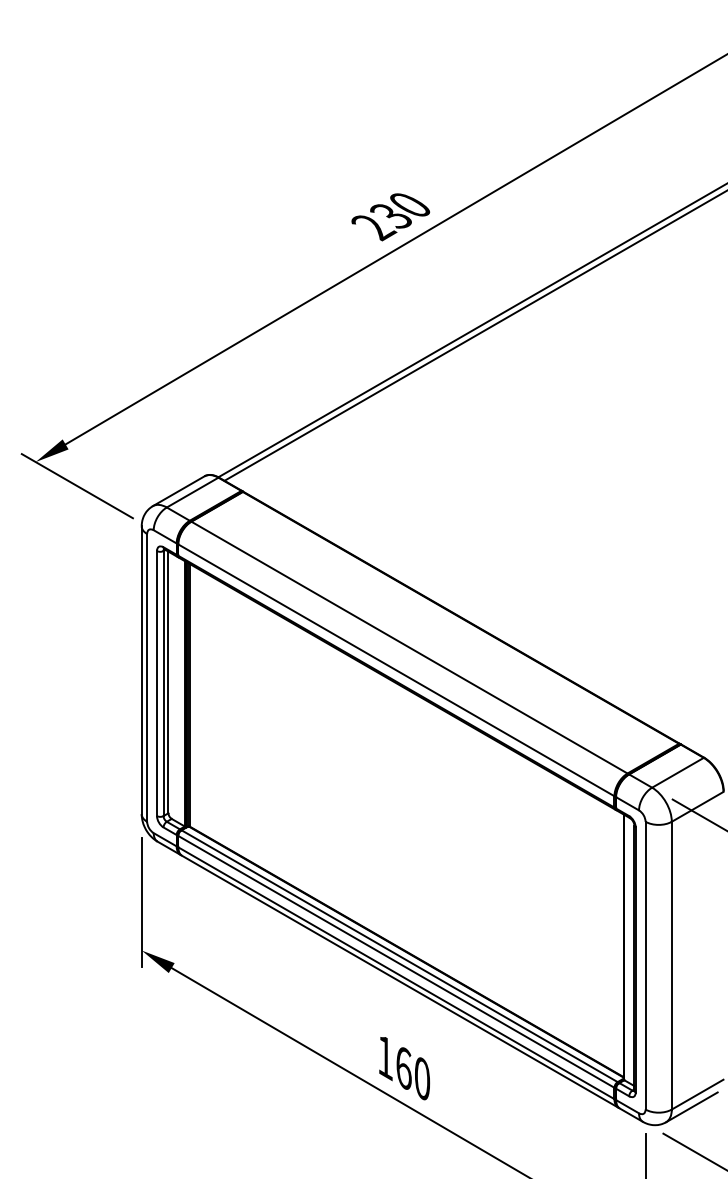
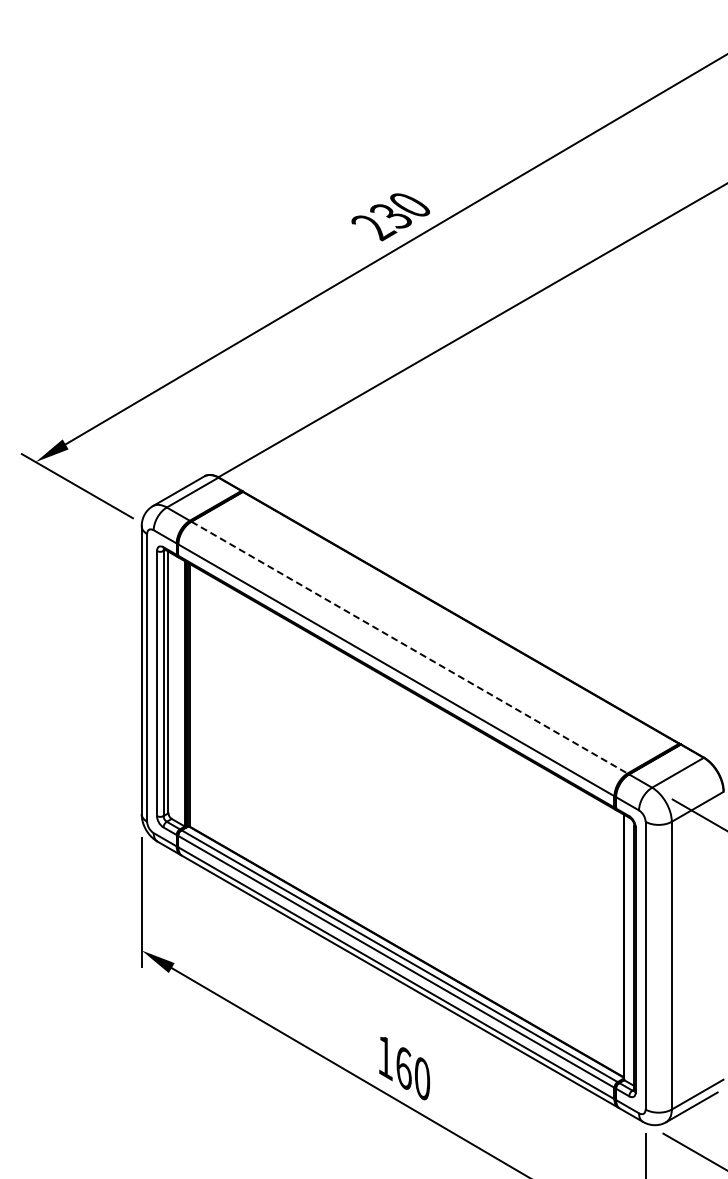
line at (474, 336): present -> none
line at (409, 647): solid -> dashed
